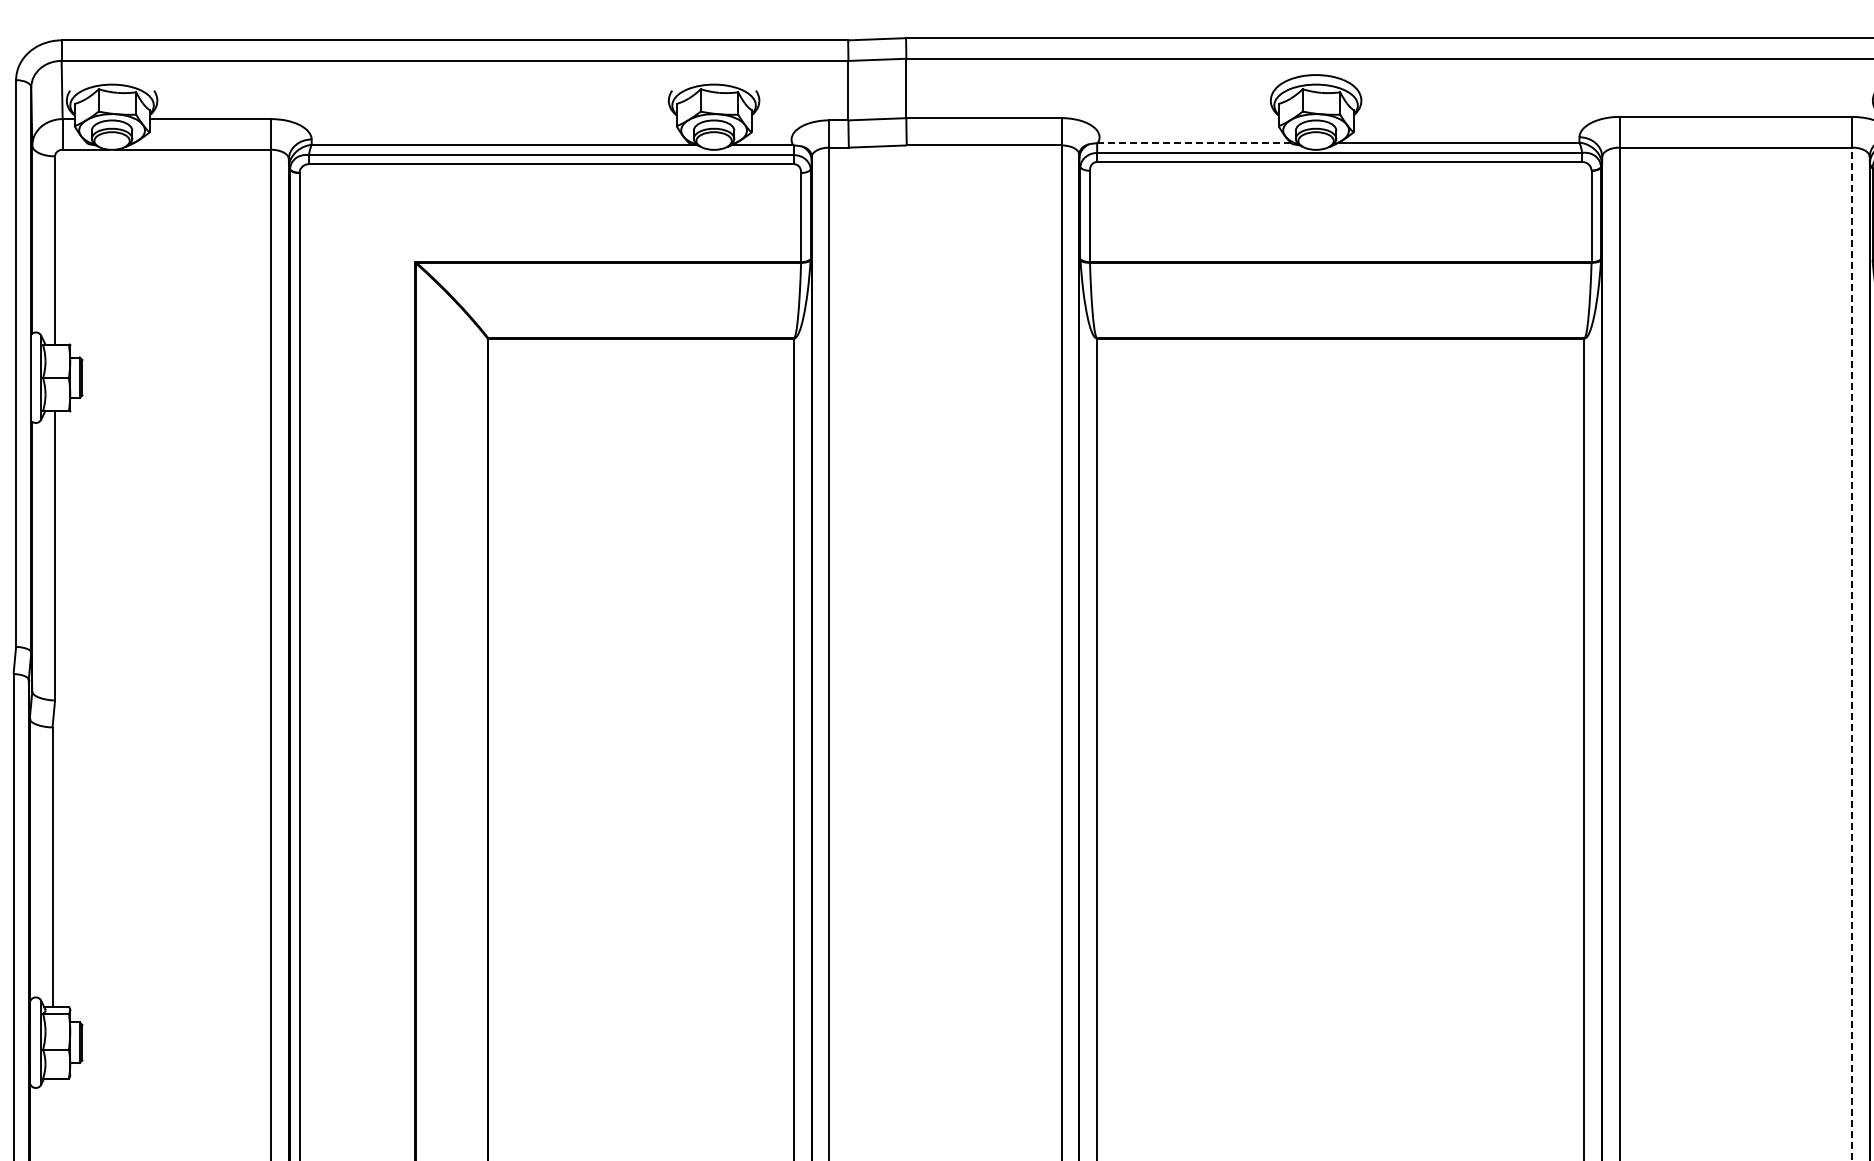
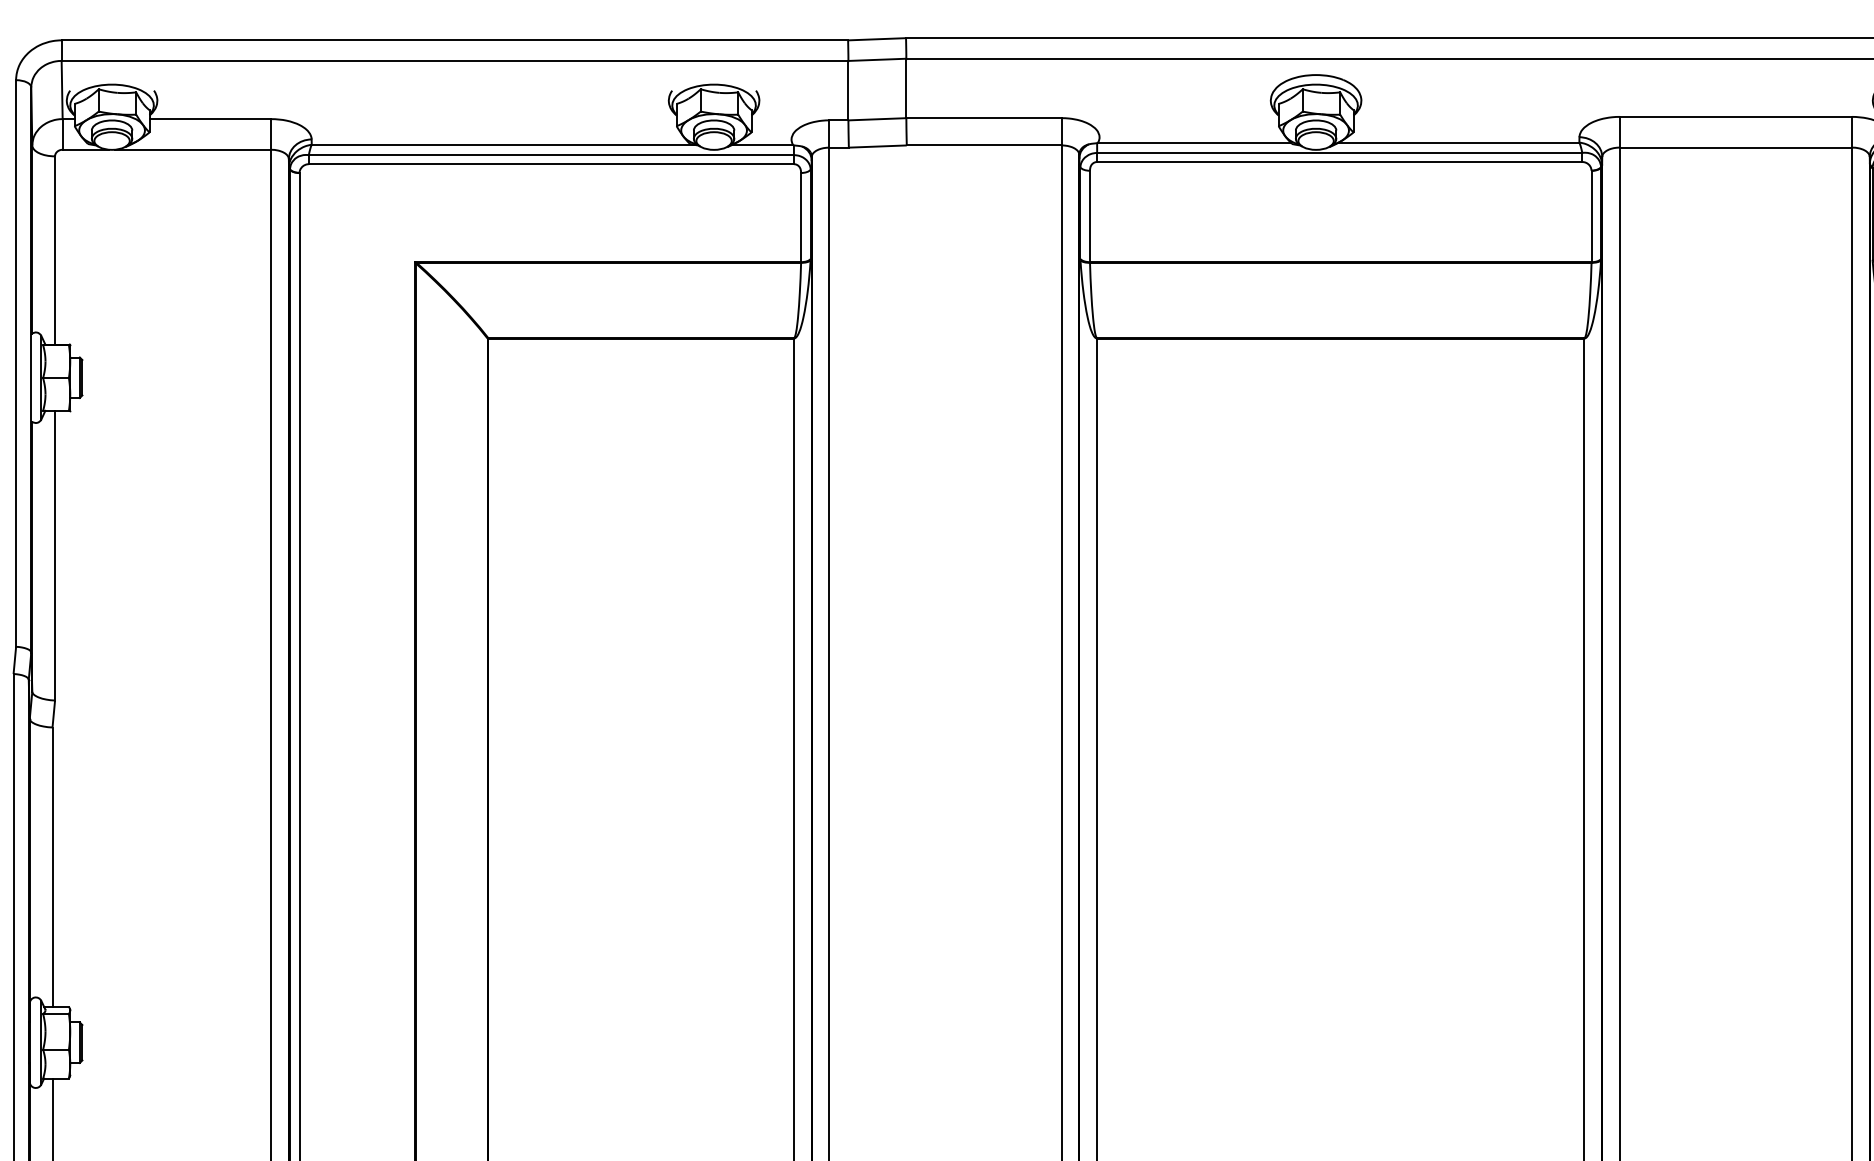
line at (1193, 142): dashed -> solid
line at (1852, 653): dashed -> solid
line at (52, 1117): none -> present
